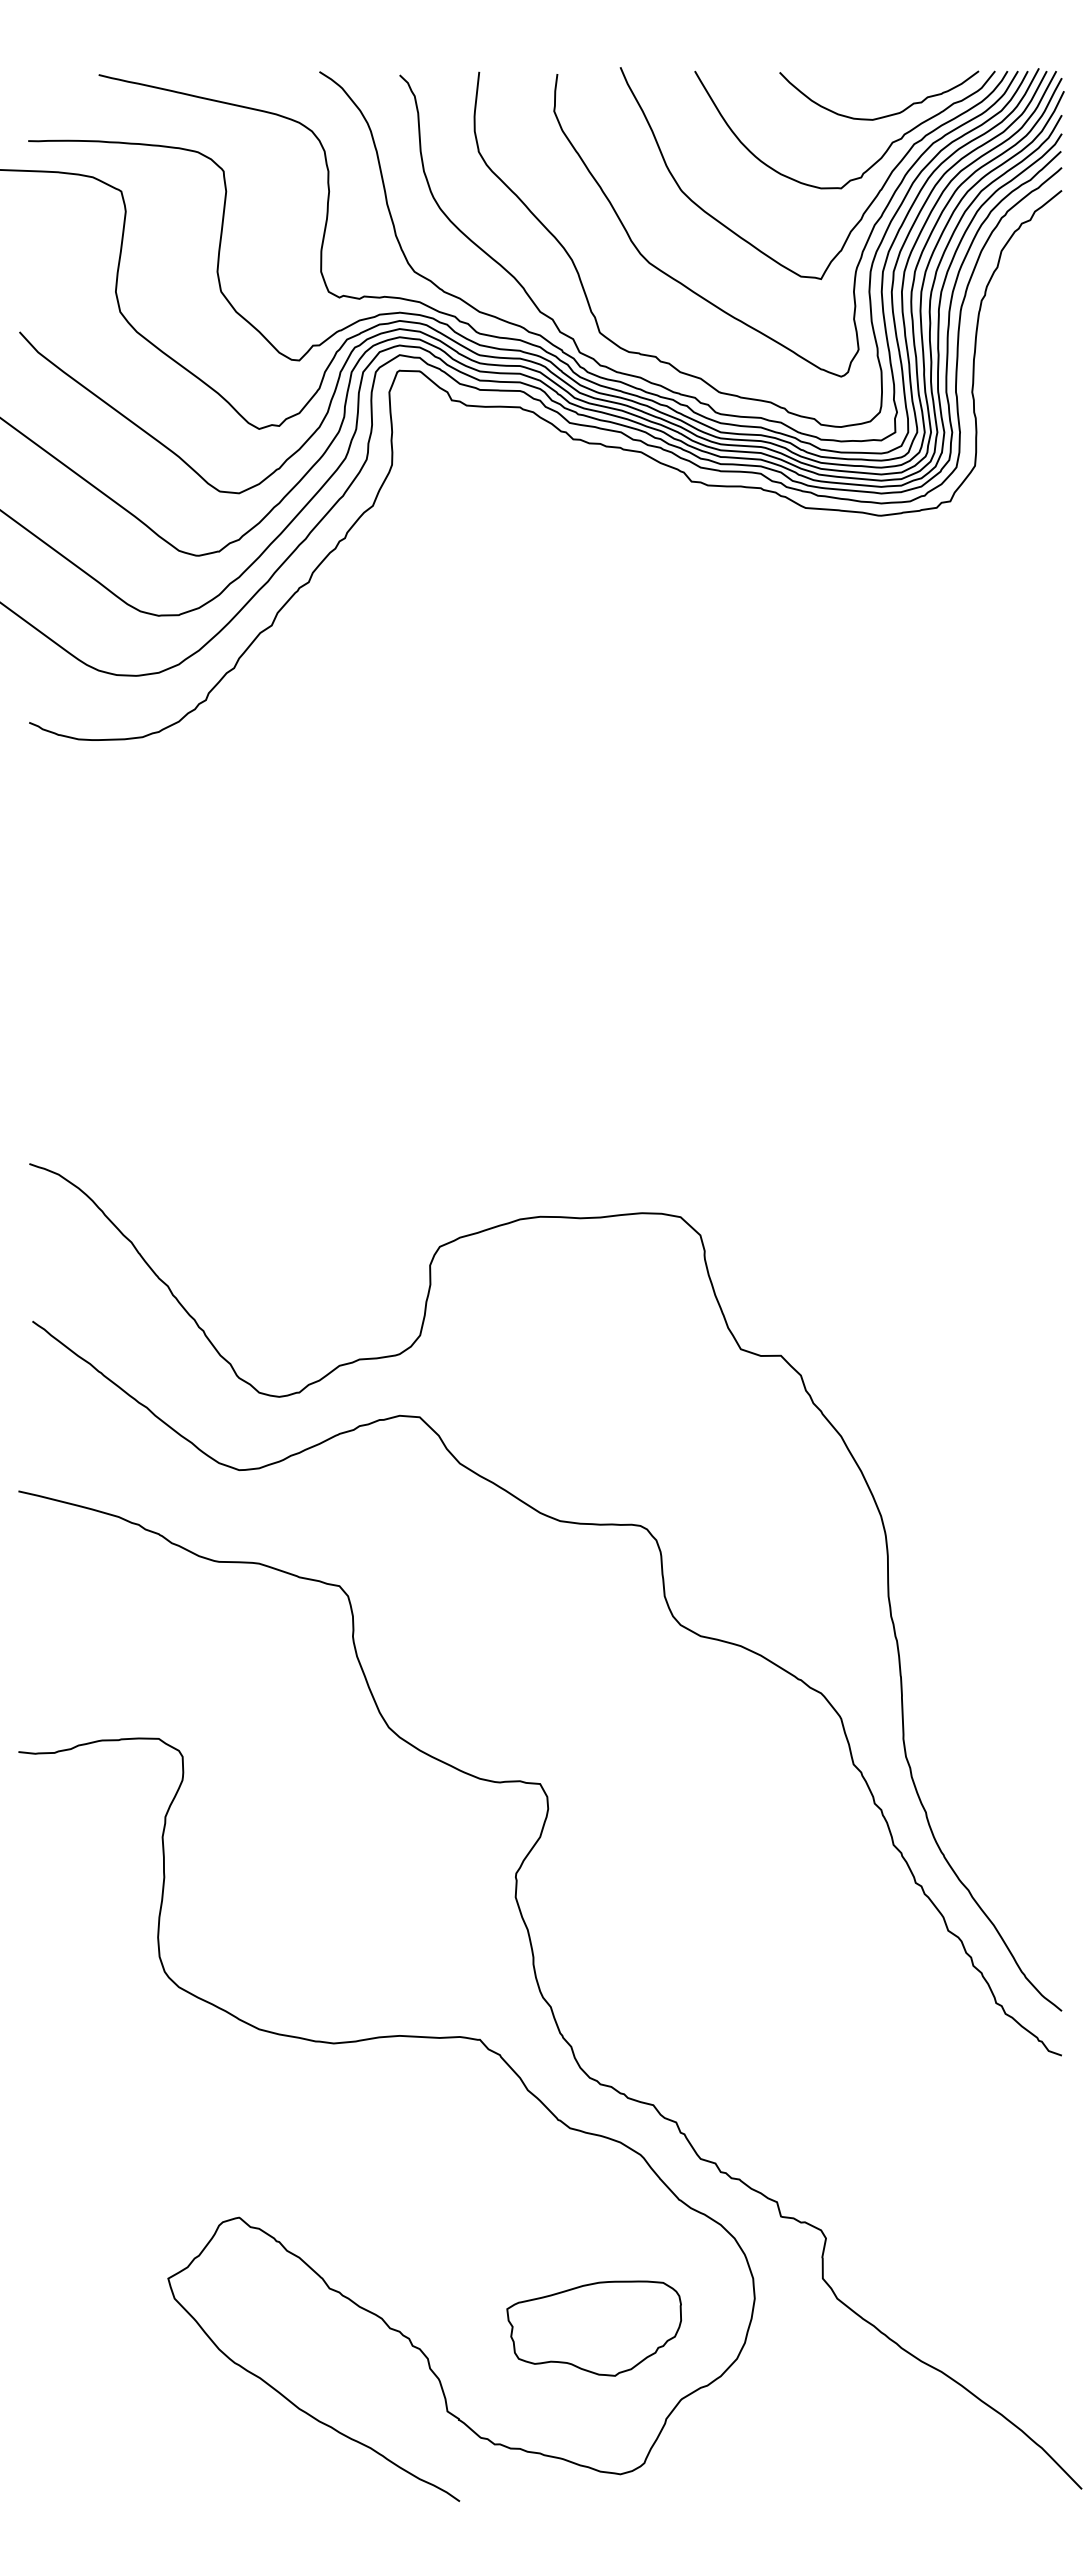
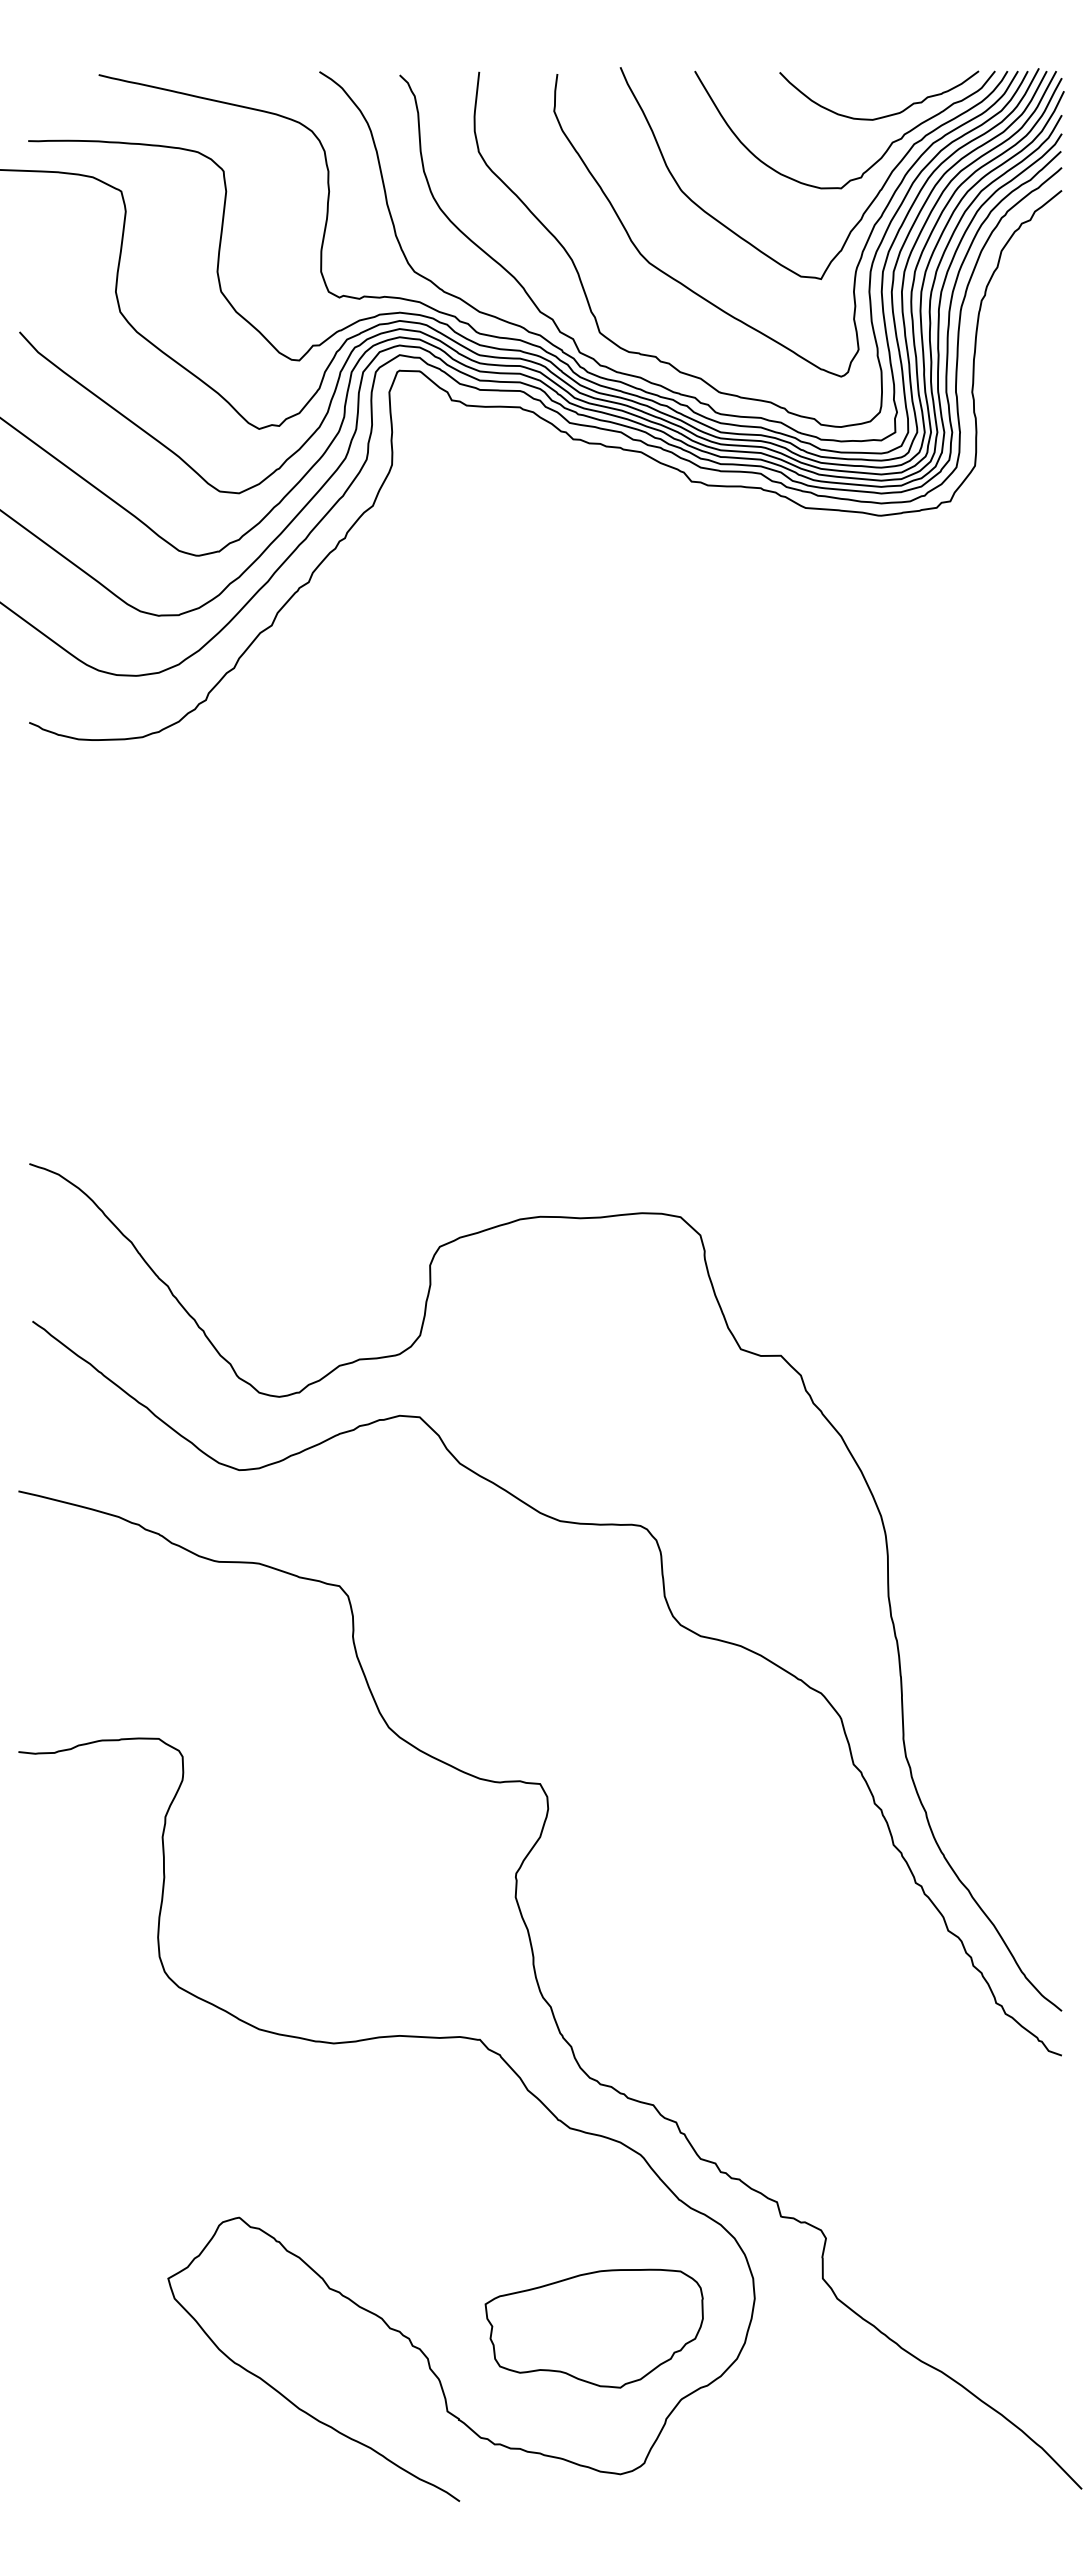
part at (593, 2328) size: 176x97 px -> 220x121 px
